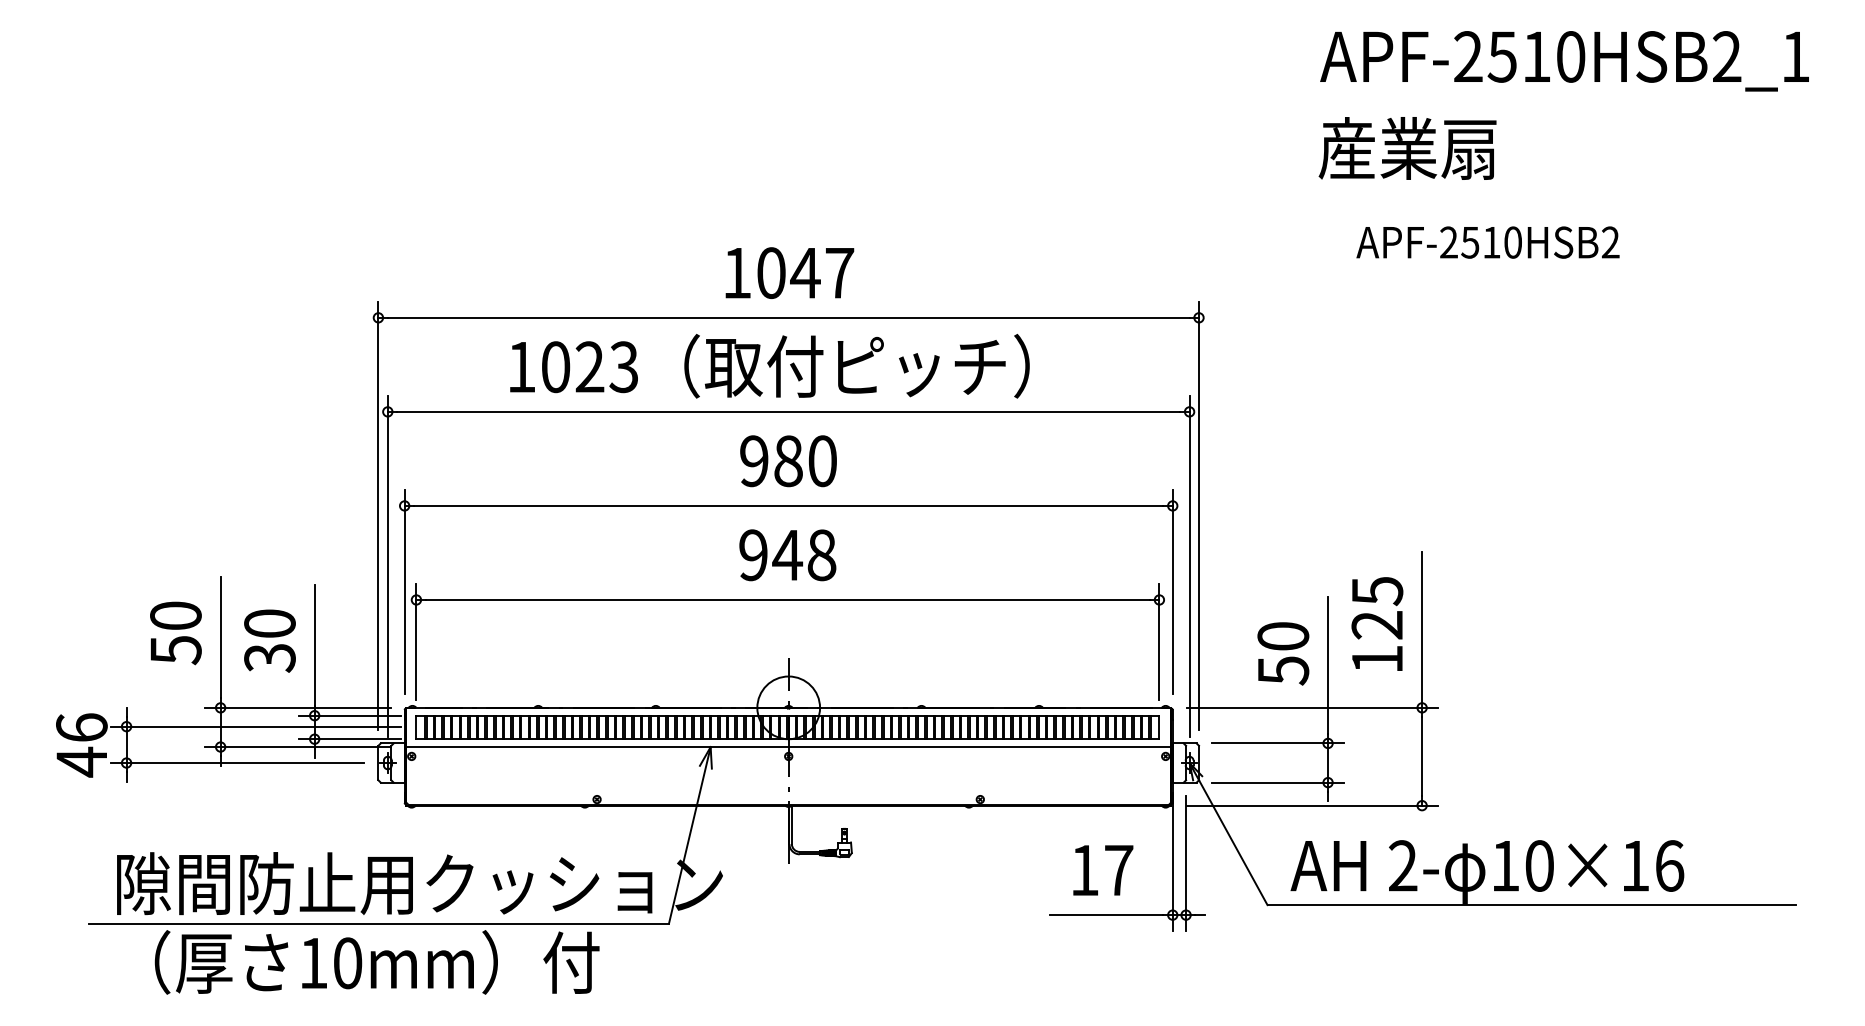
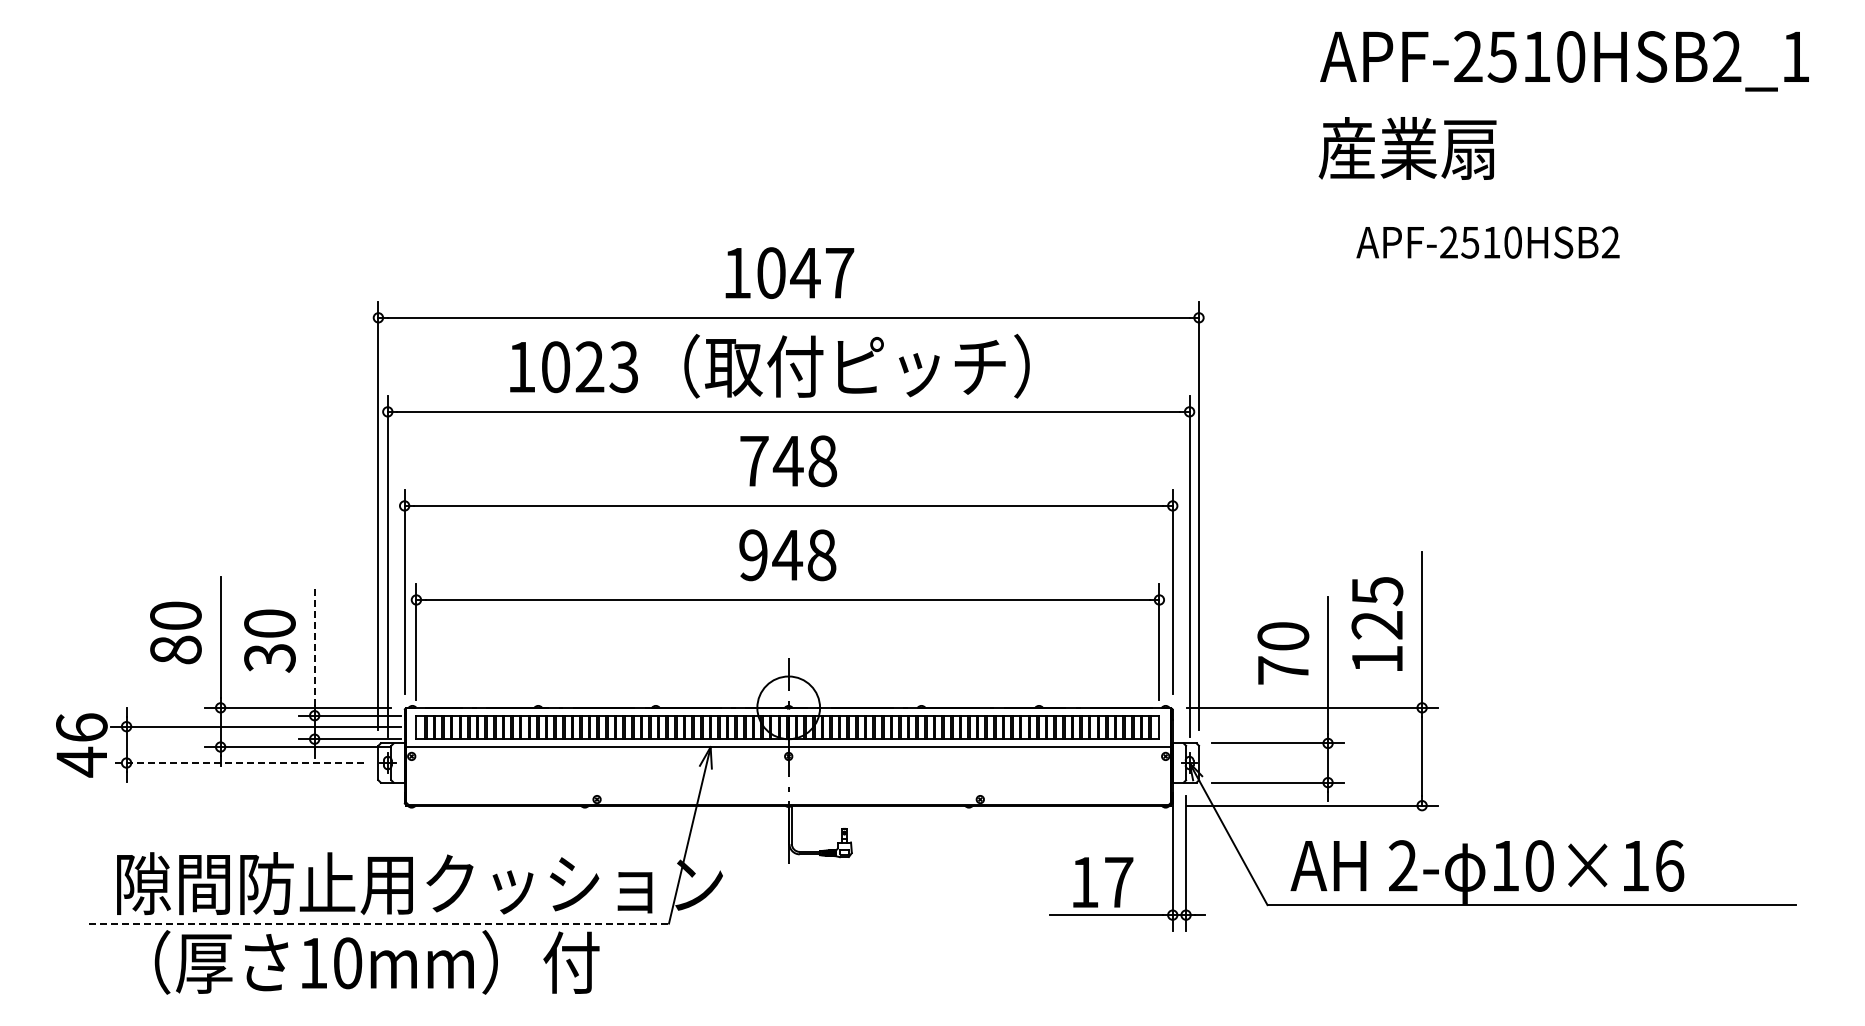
text at (788, 461): 980 -> 748
line at (314, 645): solid -> dashed
text at (175, 650): 50 -> 80
text at (1283, 670): 50 -> 70
line at (237, 763): solid -> dashed
text at (1103, 870) position: (1103, 870) -> (1103, 882)
line at (379, 923): solid -> dashed
